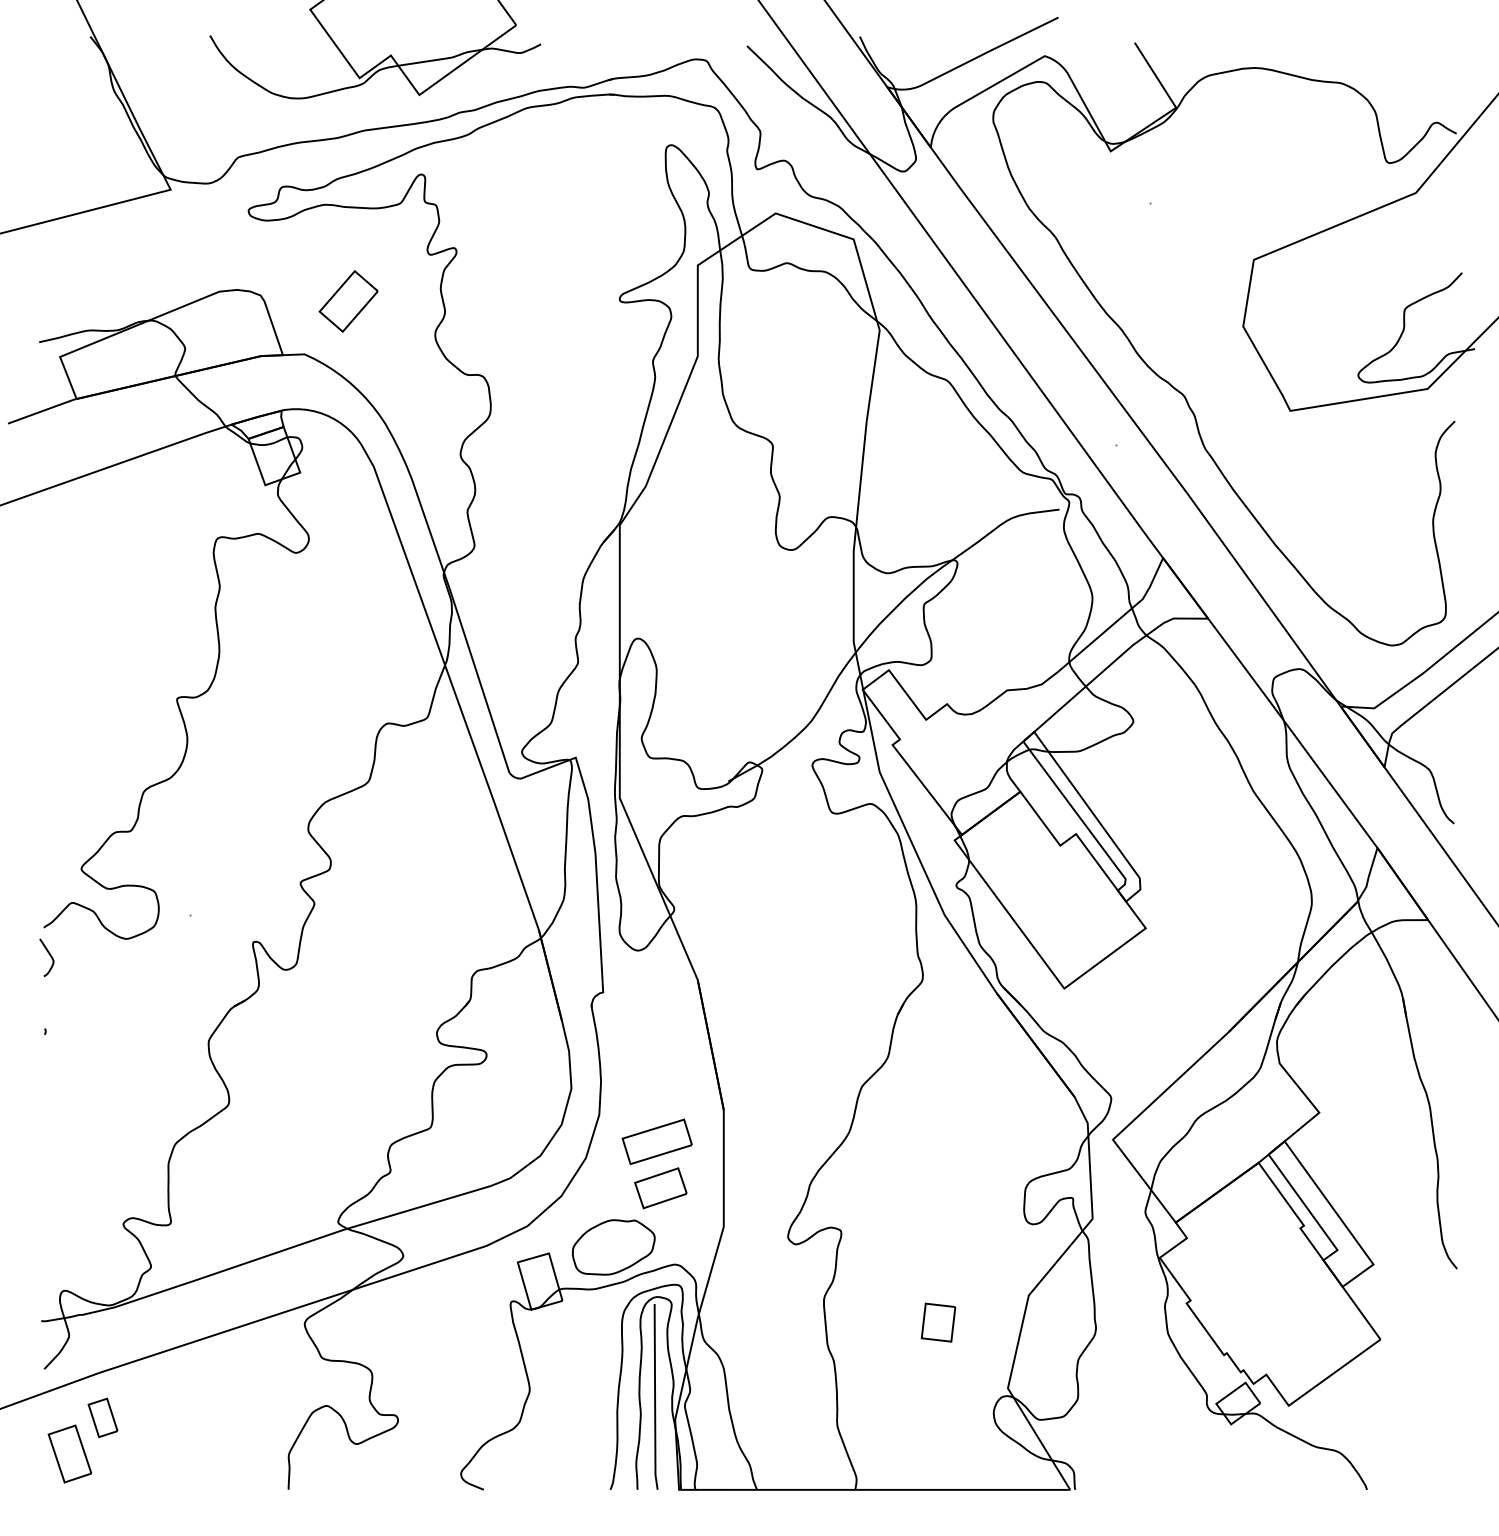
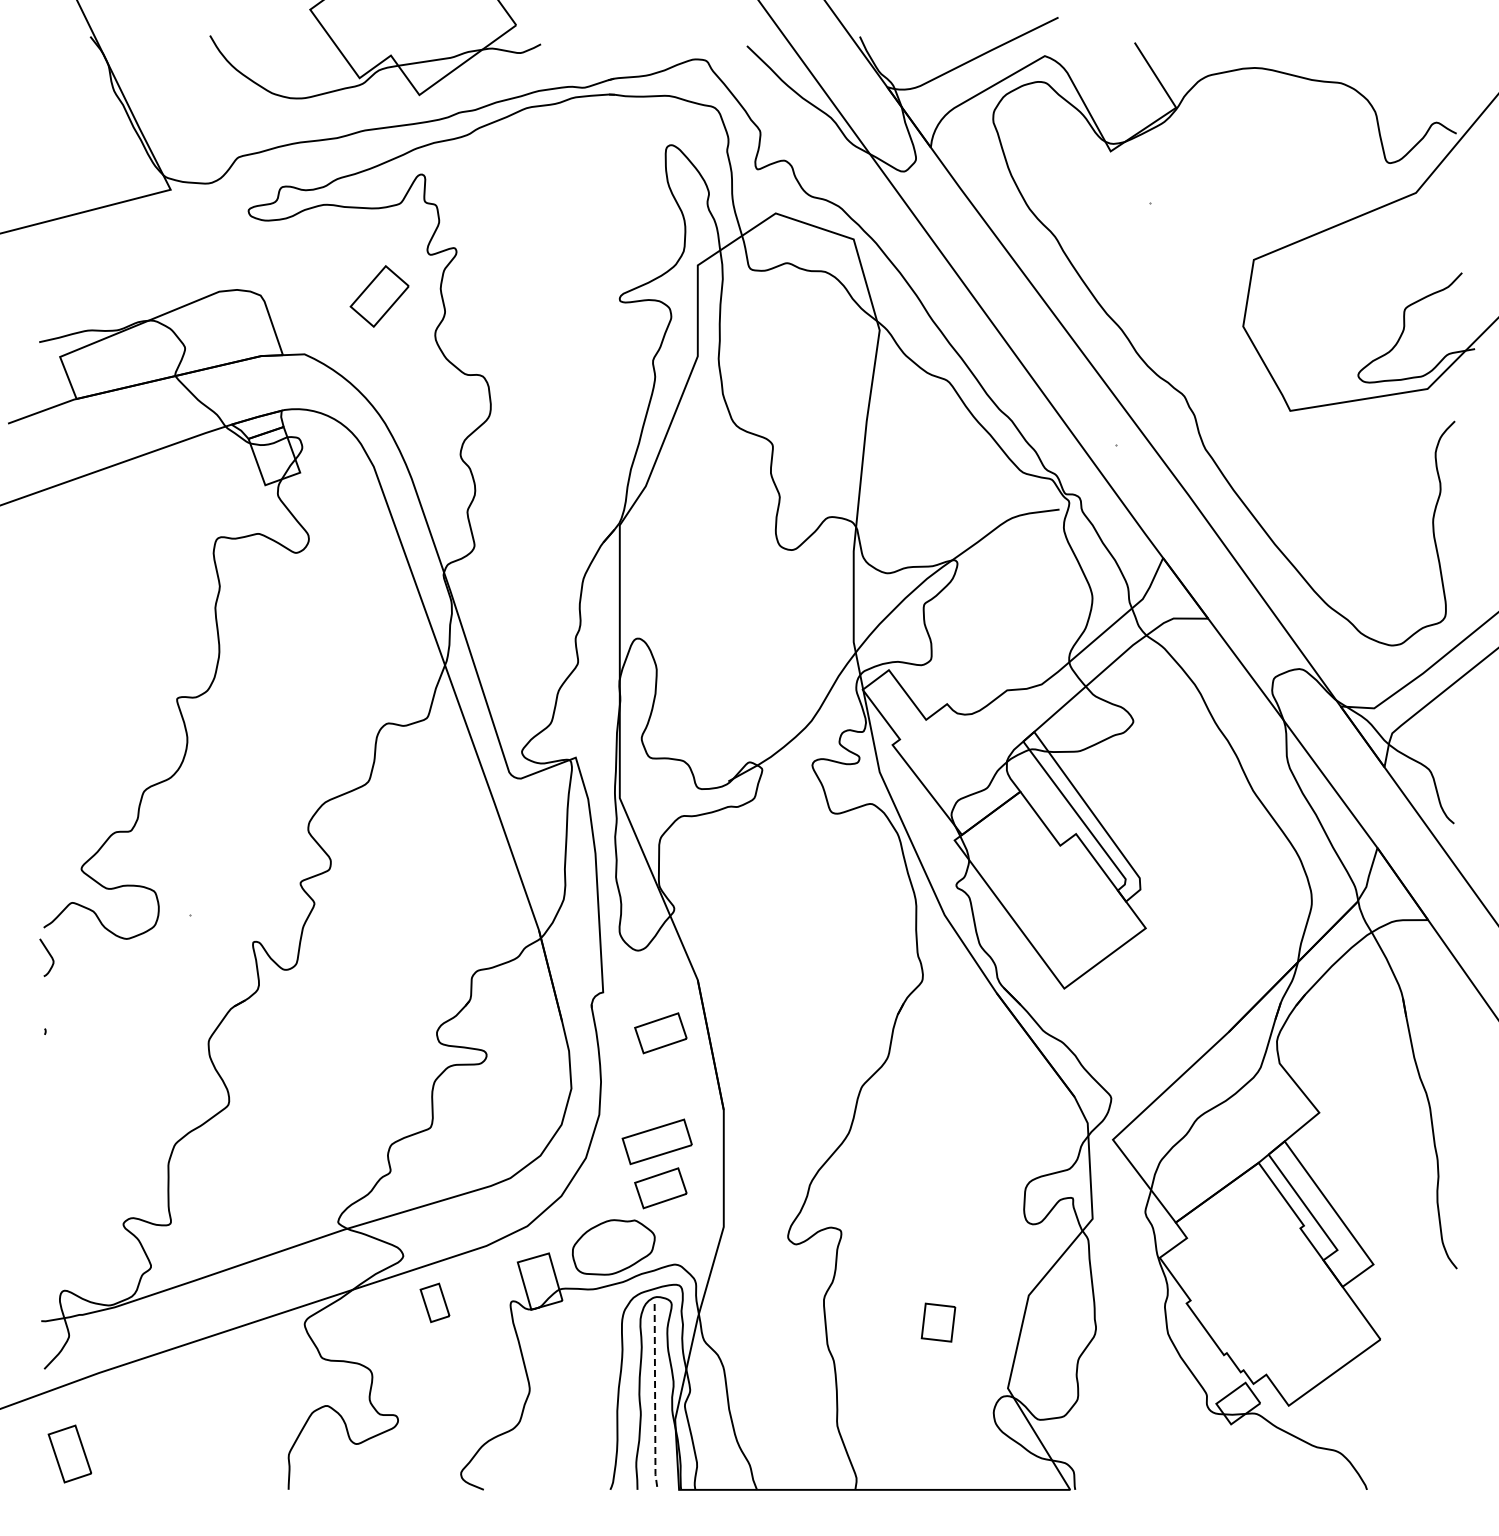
part at (348, 301) position: (348, 301) -> (379, 296)
part at (660, 1033): none -> present
line at (655, 1397): solid -> dashed
part at (102, 1417) position: (102, 1417) -> (434, 1302)
